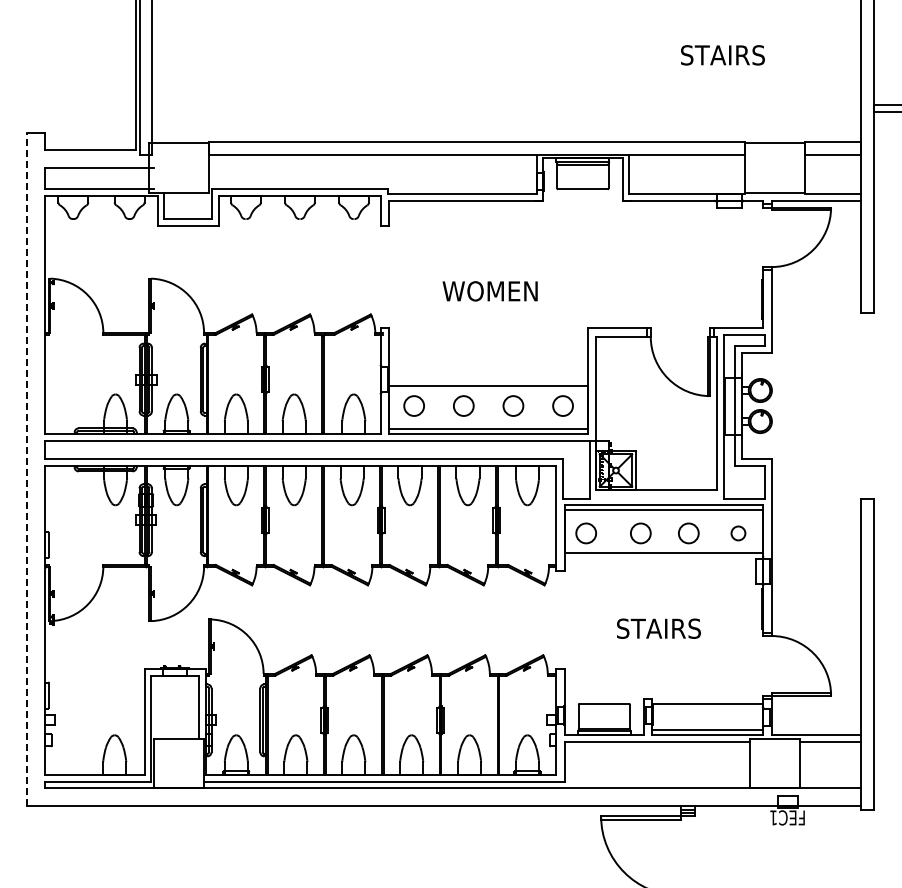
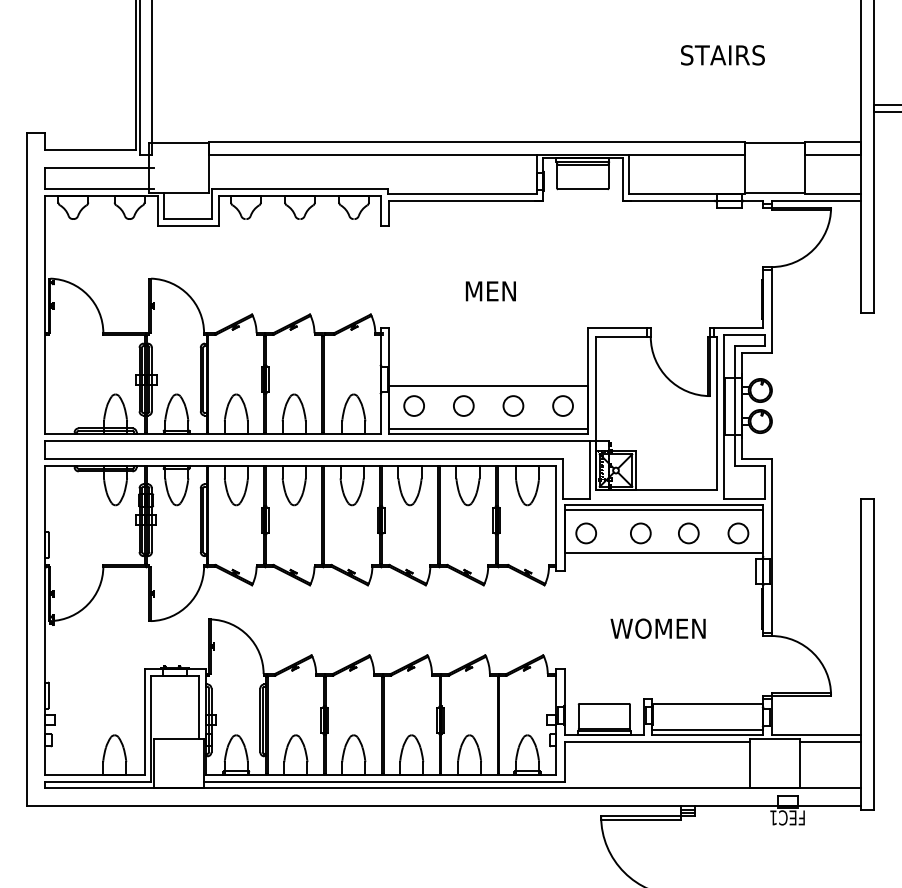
text at (489, 291): WOMEN -> MEN
line at (27, 469): dashed -> solid
circle at (738, 533) size: 17x17 px -> 23x23 px
text at (657, 628): STAIRS -> WOMEN
